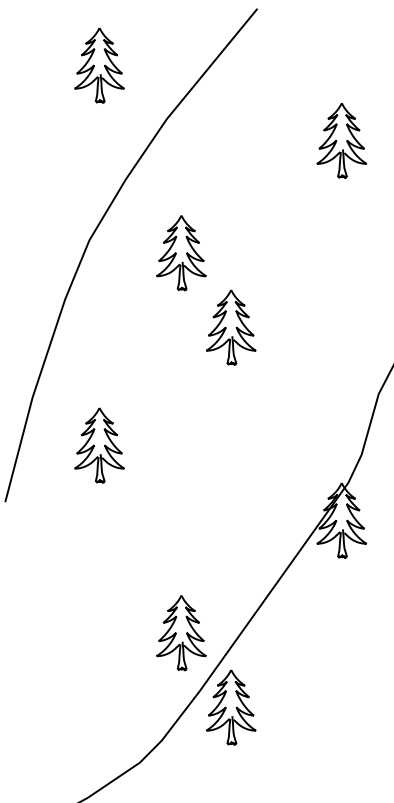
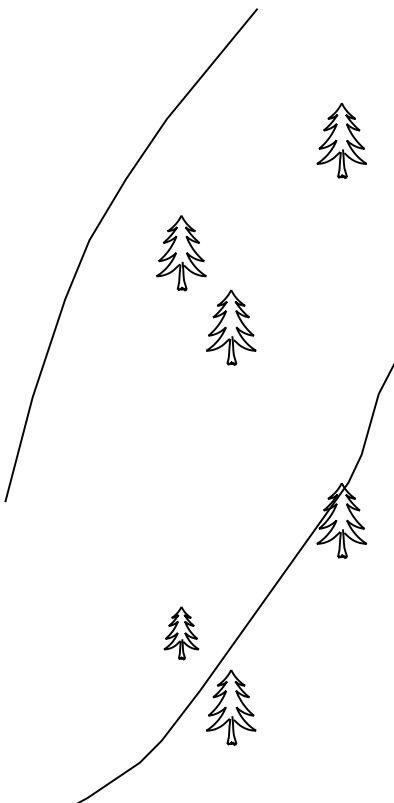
part at (99, 65): present -> none
part at (99, 445): present -> none
part at (181, 633) size: 51x77 px -> 37x55 px
